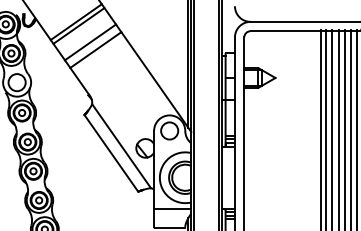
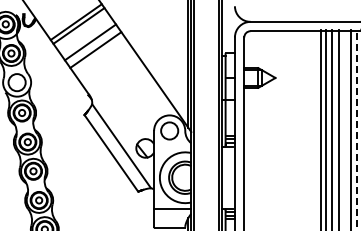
line at (344, 128): present -> none
line at (357, 129): solid -> dashed
